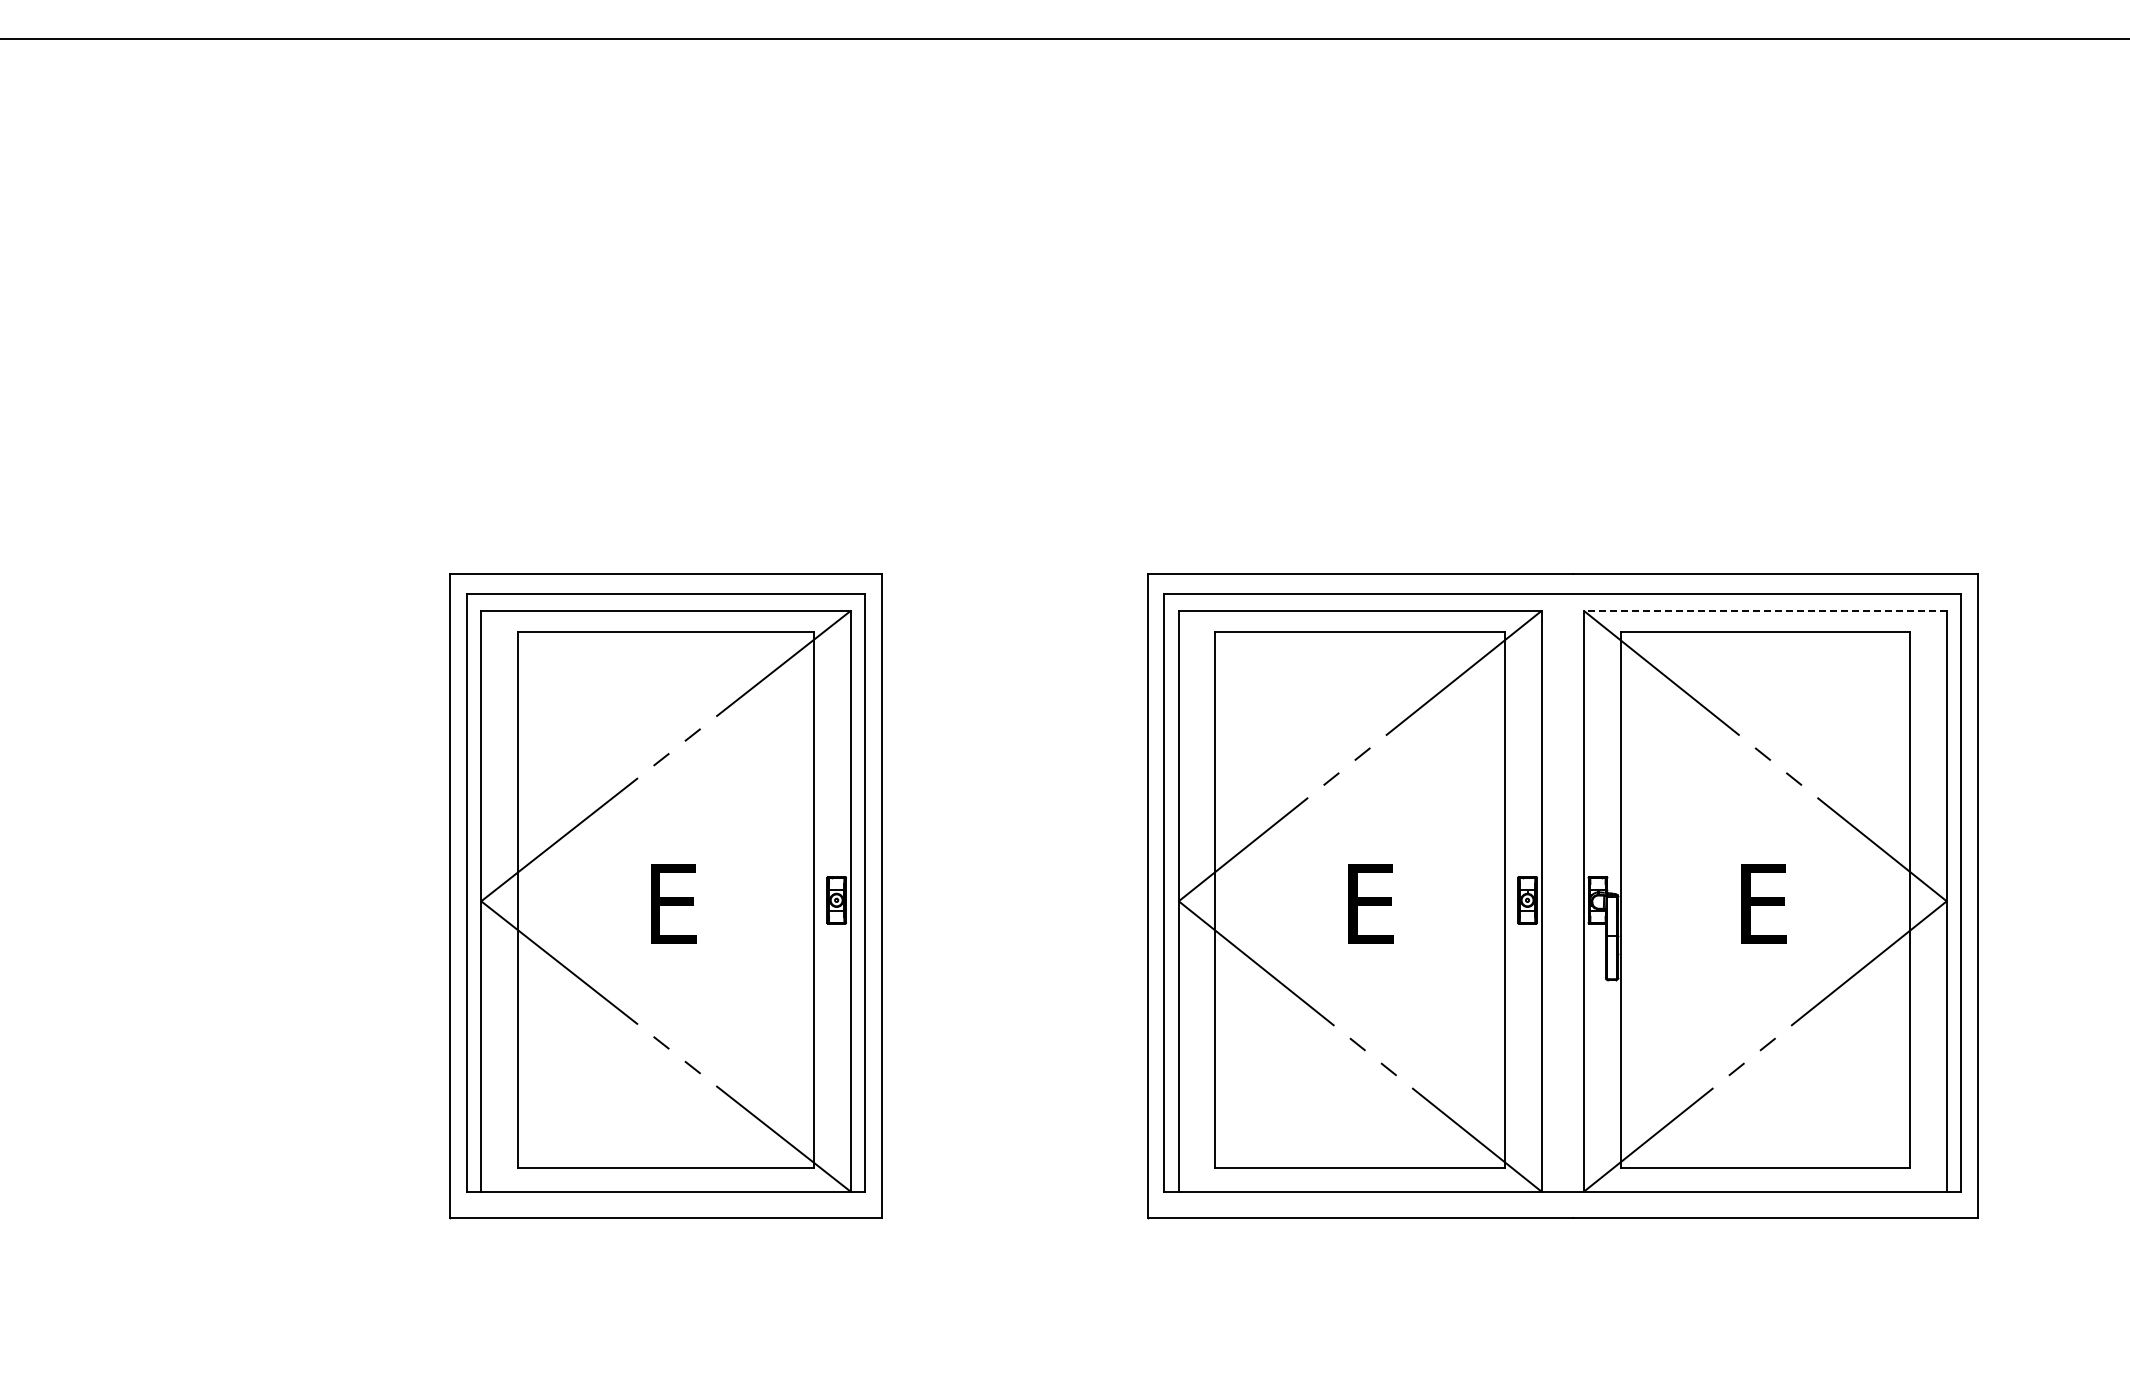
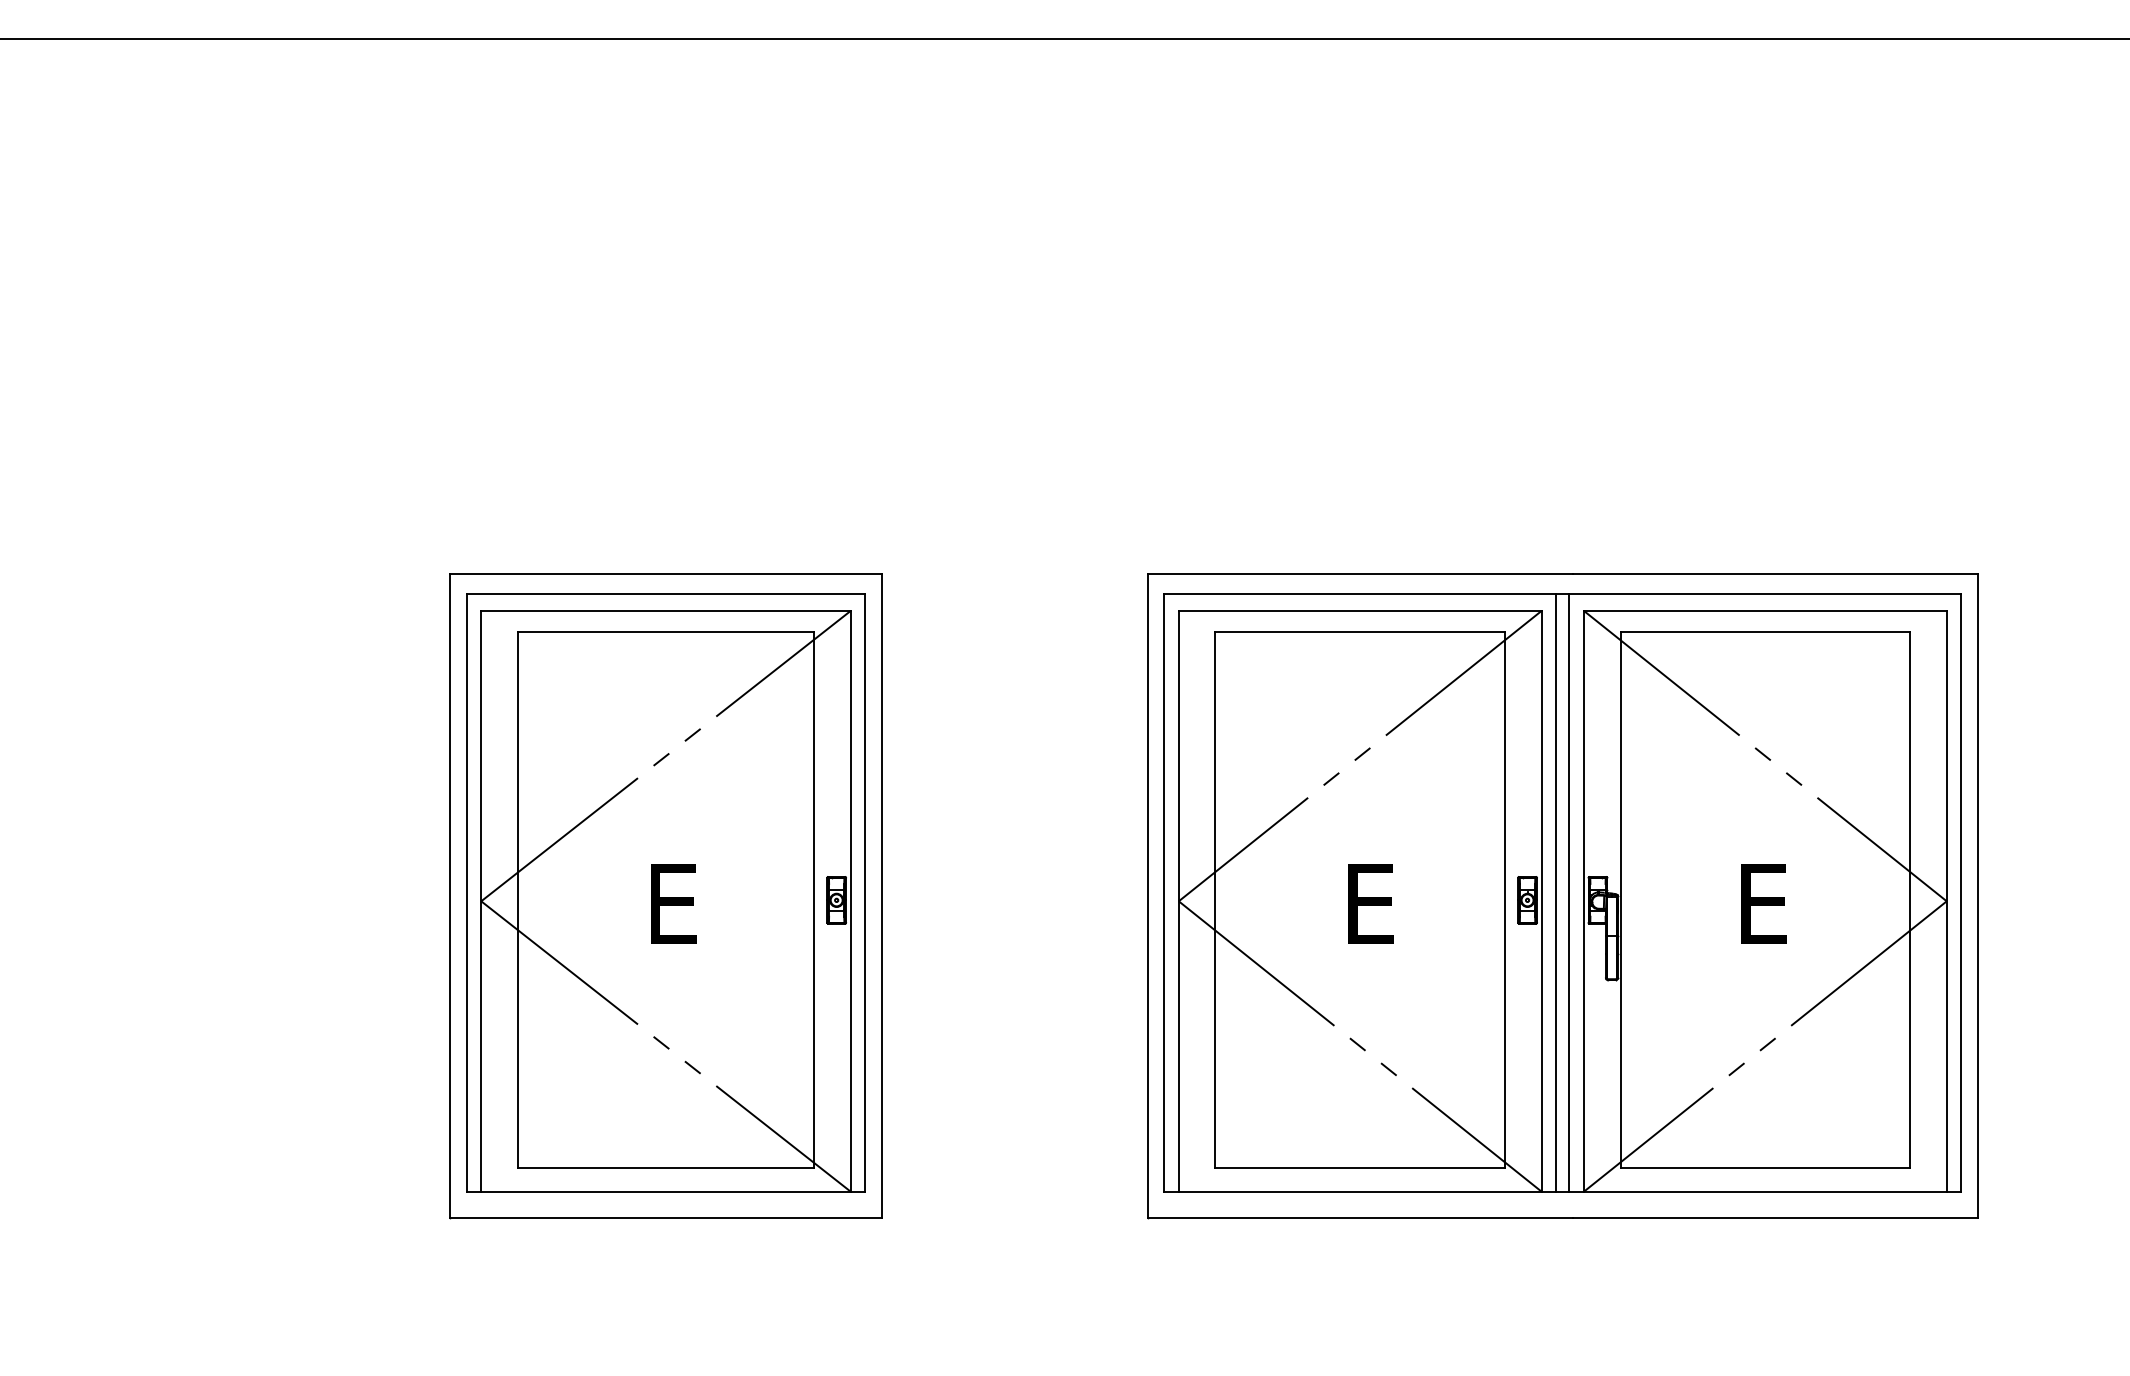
line at (1764, 610): dashed -> solid
line at (1556, 892): none -> present
line at (1569, 892): none -> present
